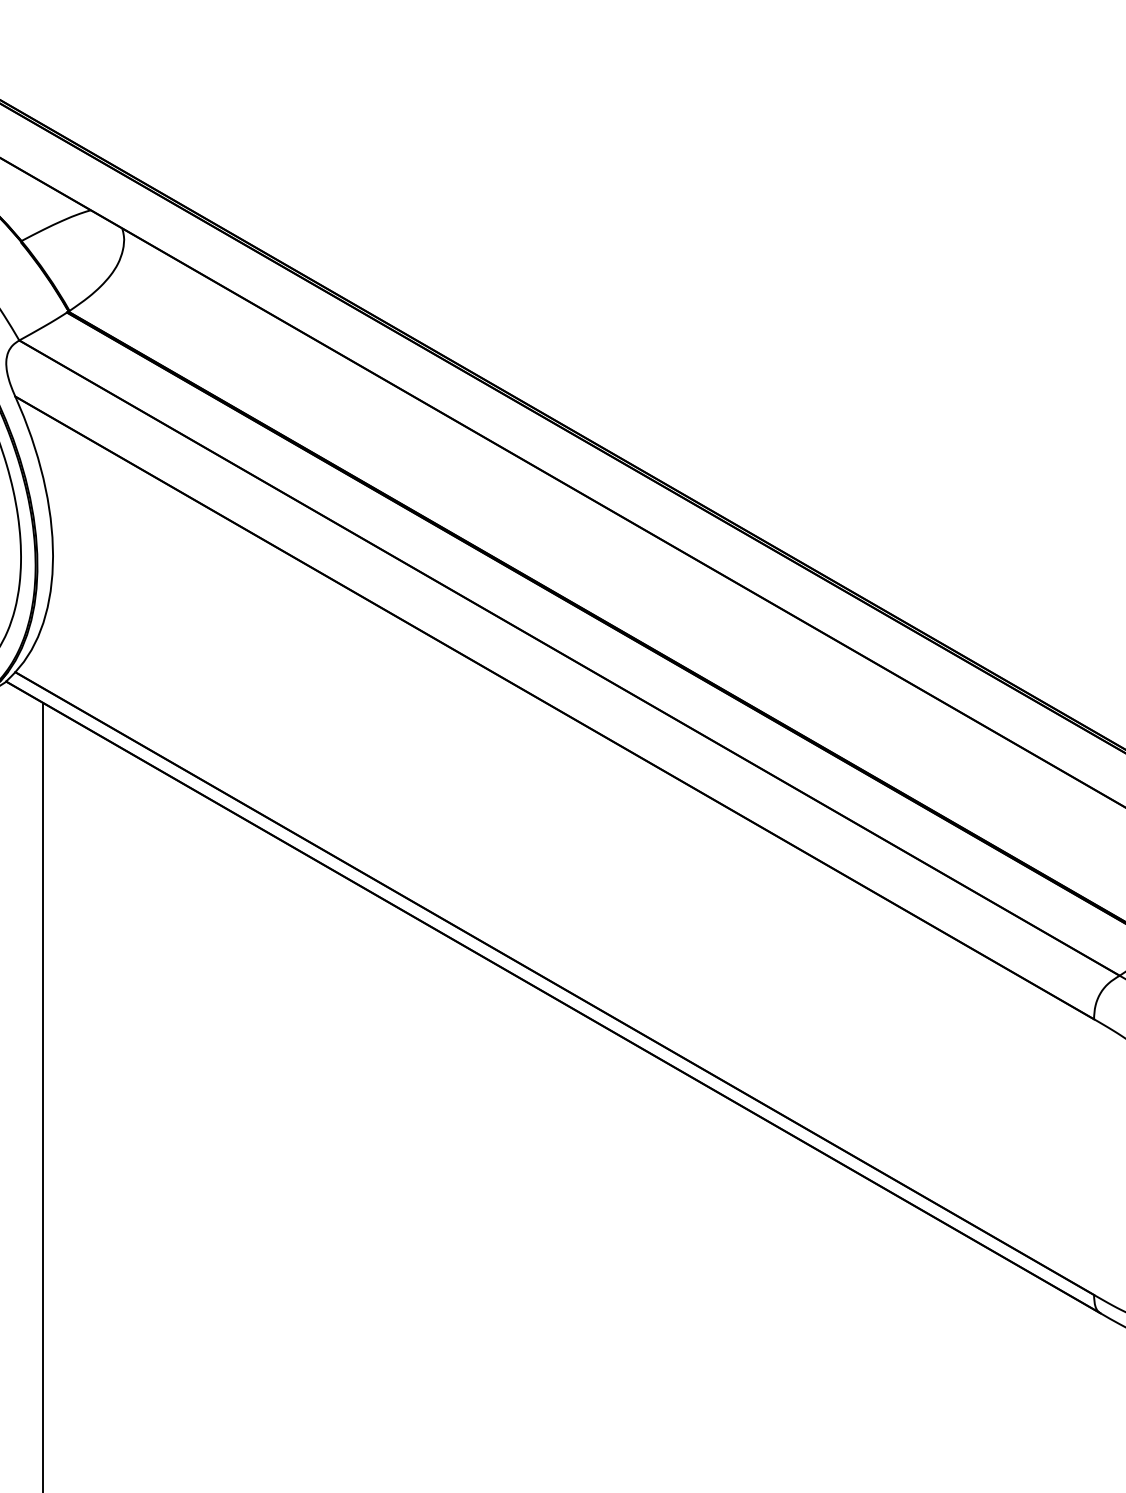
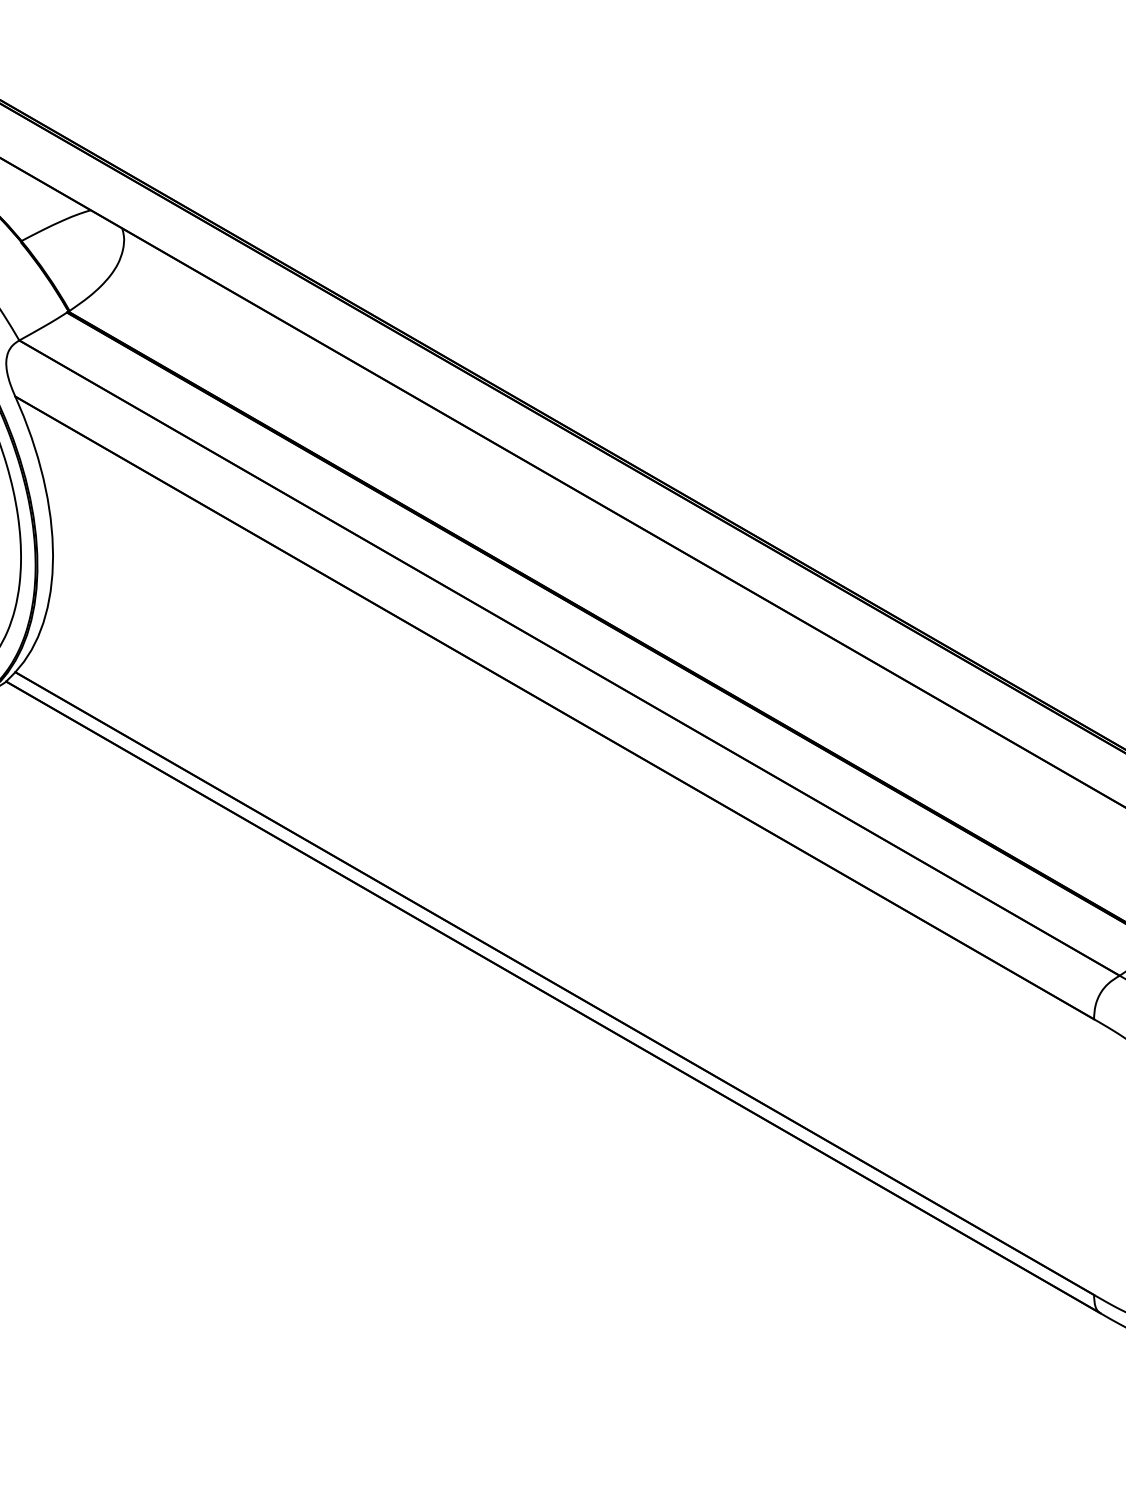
line at (42, 1095): present -> none
